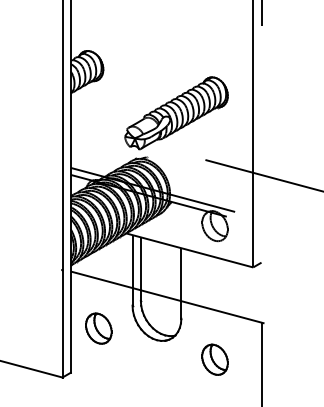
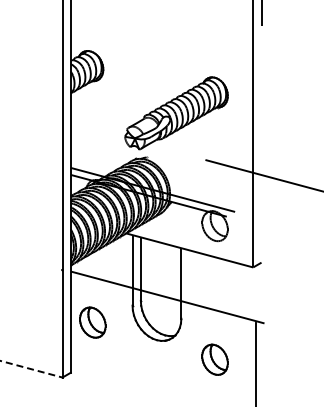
part at (98, 328) position: (98, 328) -> (92, 322)
line at (261, 362) position: (261, 362) -> (255, 362)
line at (31, 369): solid -> dashed
